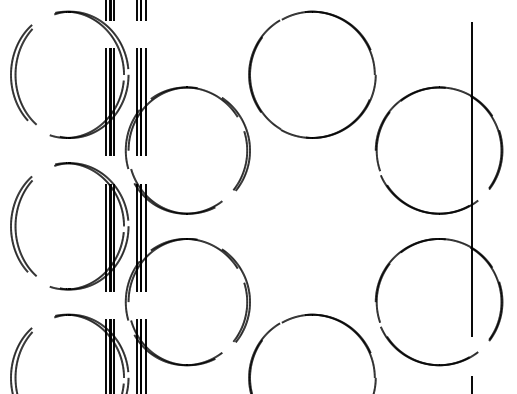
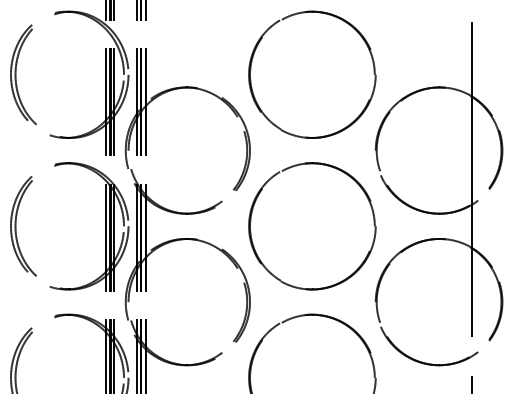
part at (373, 225): none -> present
